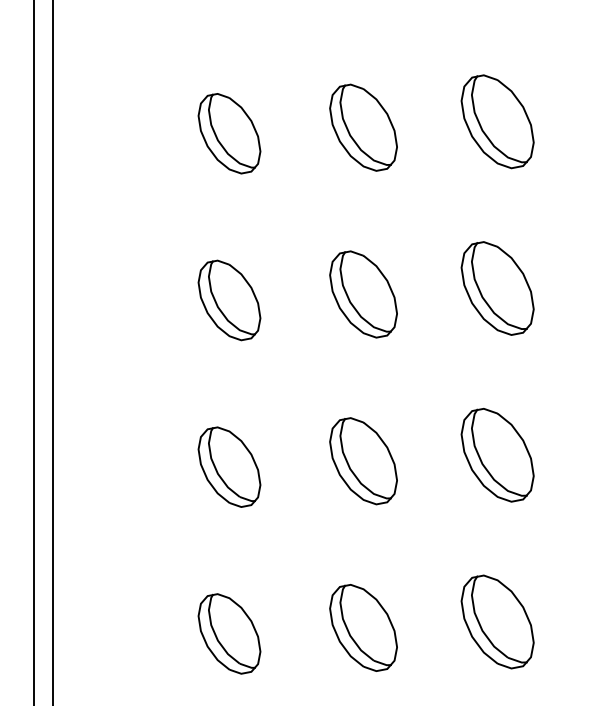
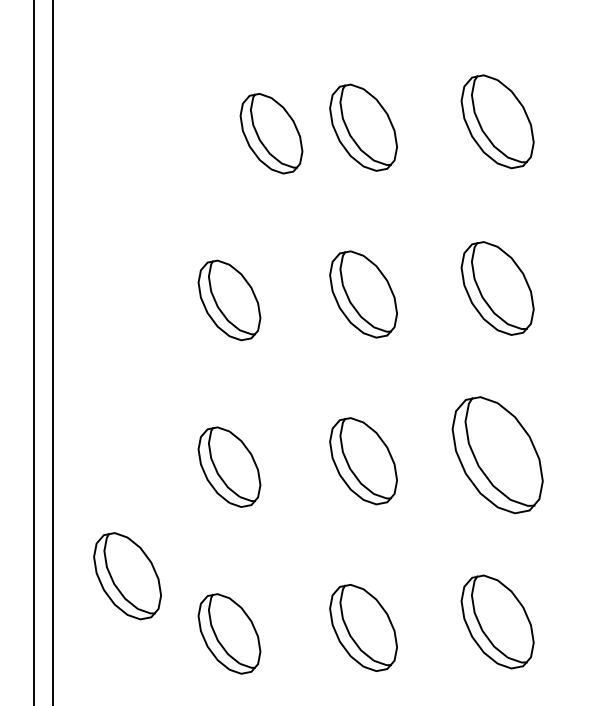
part at (229, 133) position: (229, 133) -> (271, 133)
part at (497, 455) size: 75x95 px -> 93x119 px
part at (127, 576): none -> present
